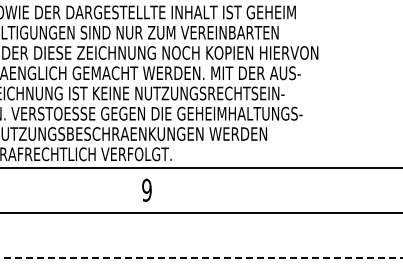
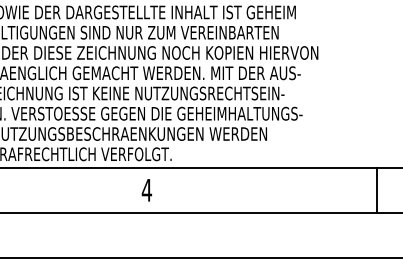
text at (146, 189): 9 -> 4
line at (376, 189): none -> present
line at (201, 257): dashed -> solid
